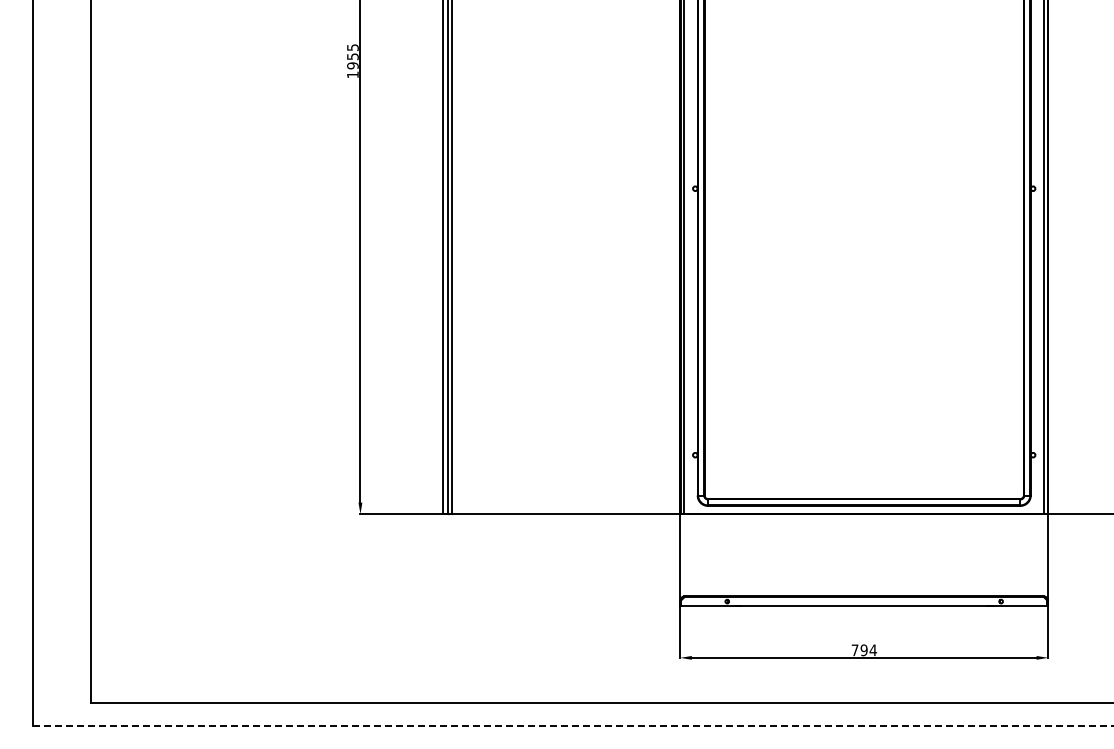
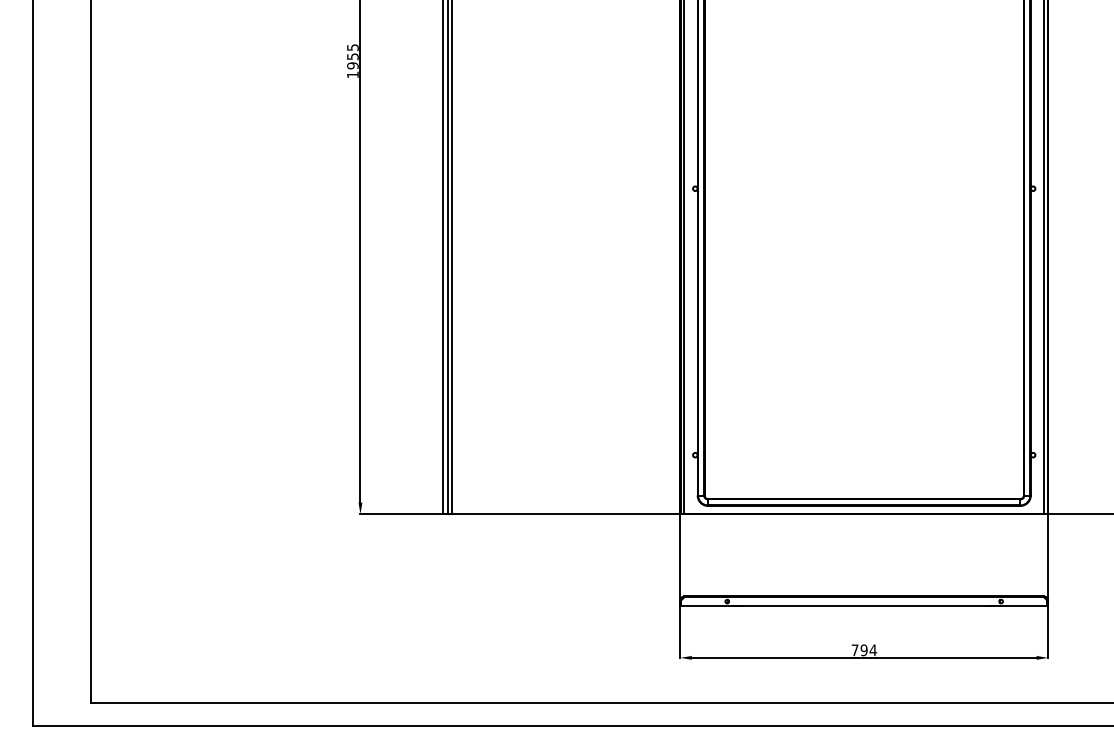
line at (573, 726): dashed -> solid
